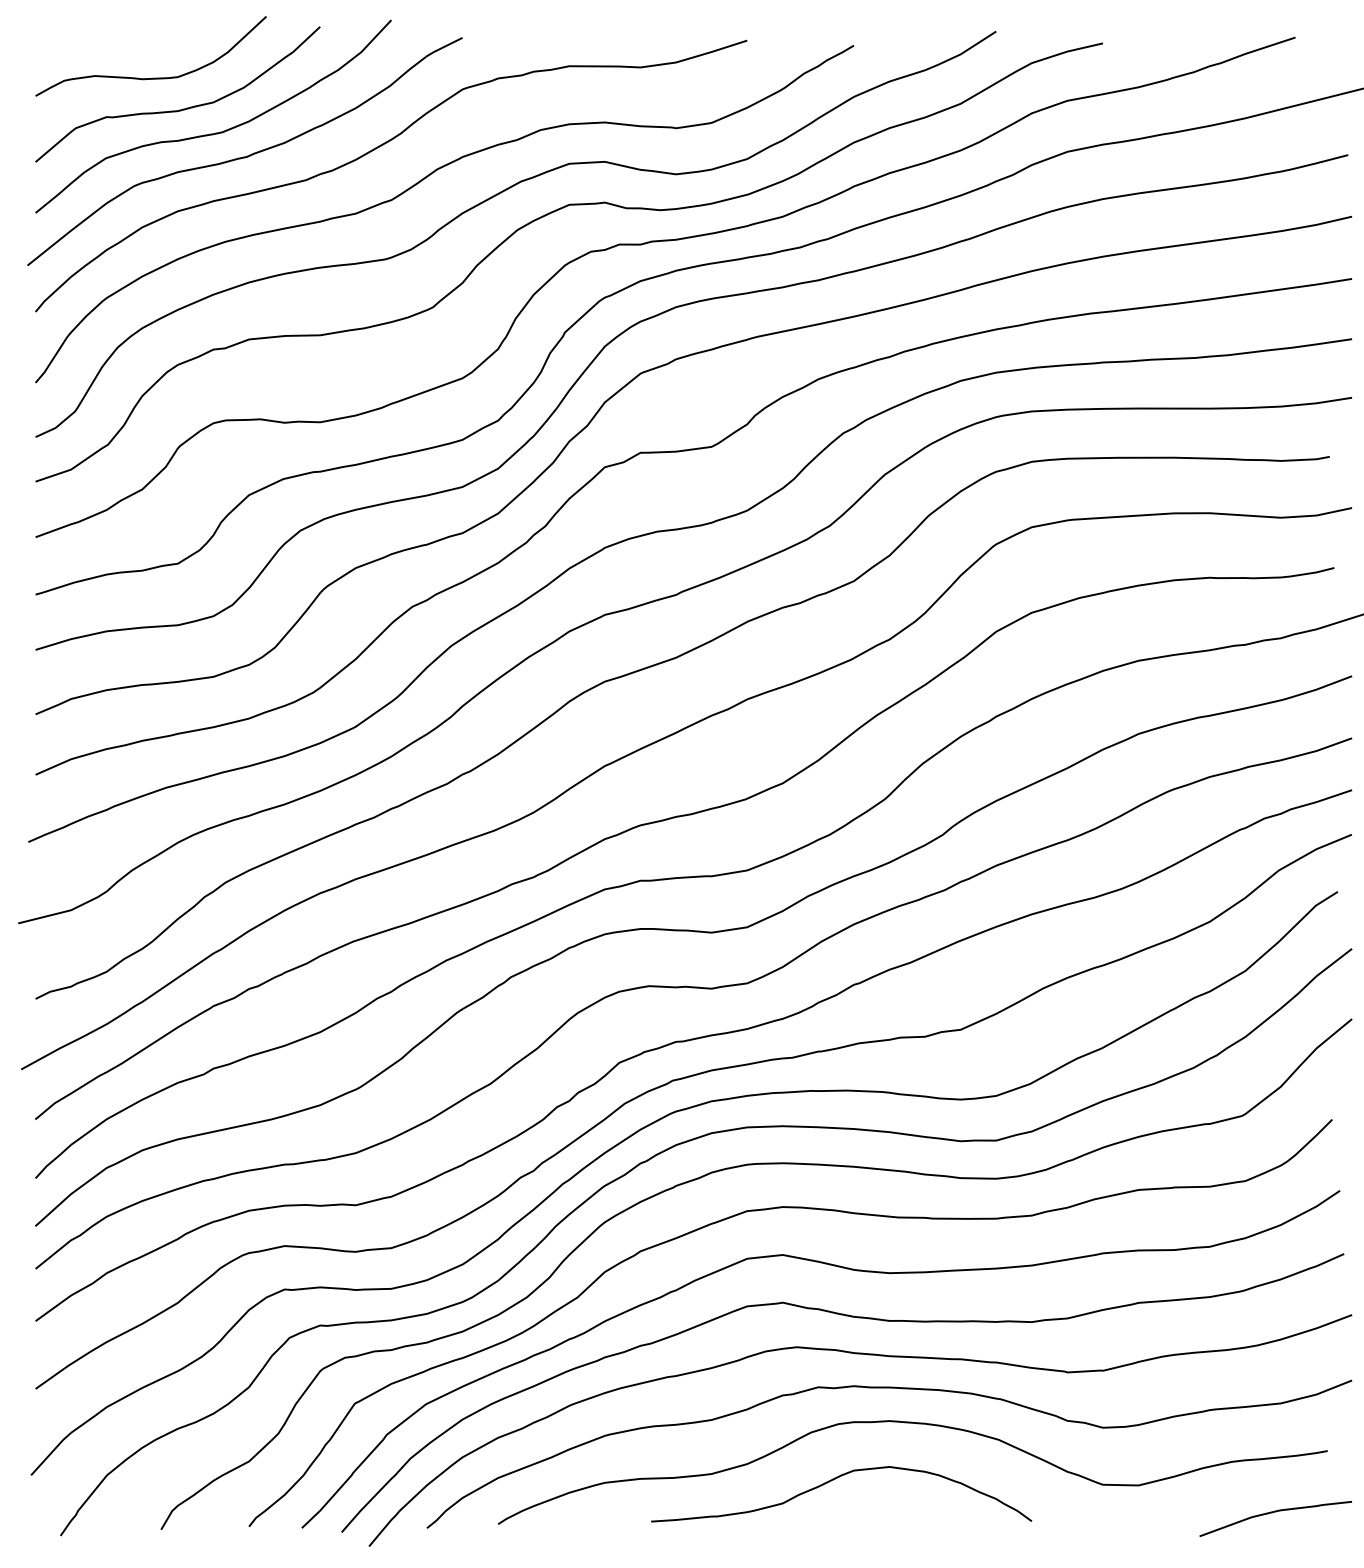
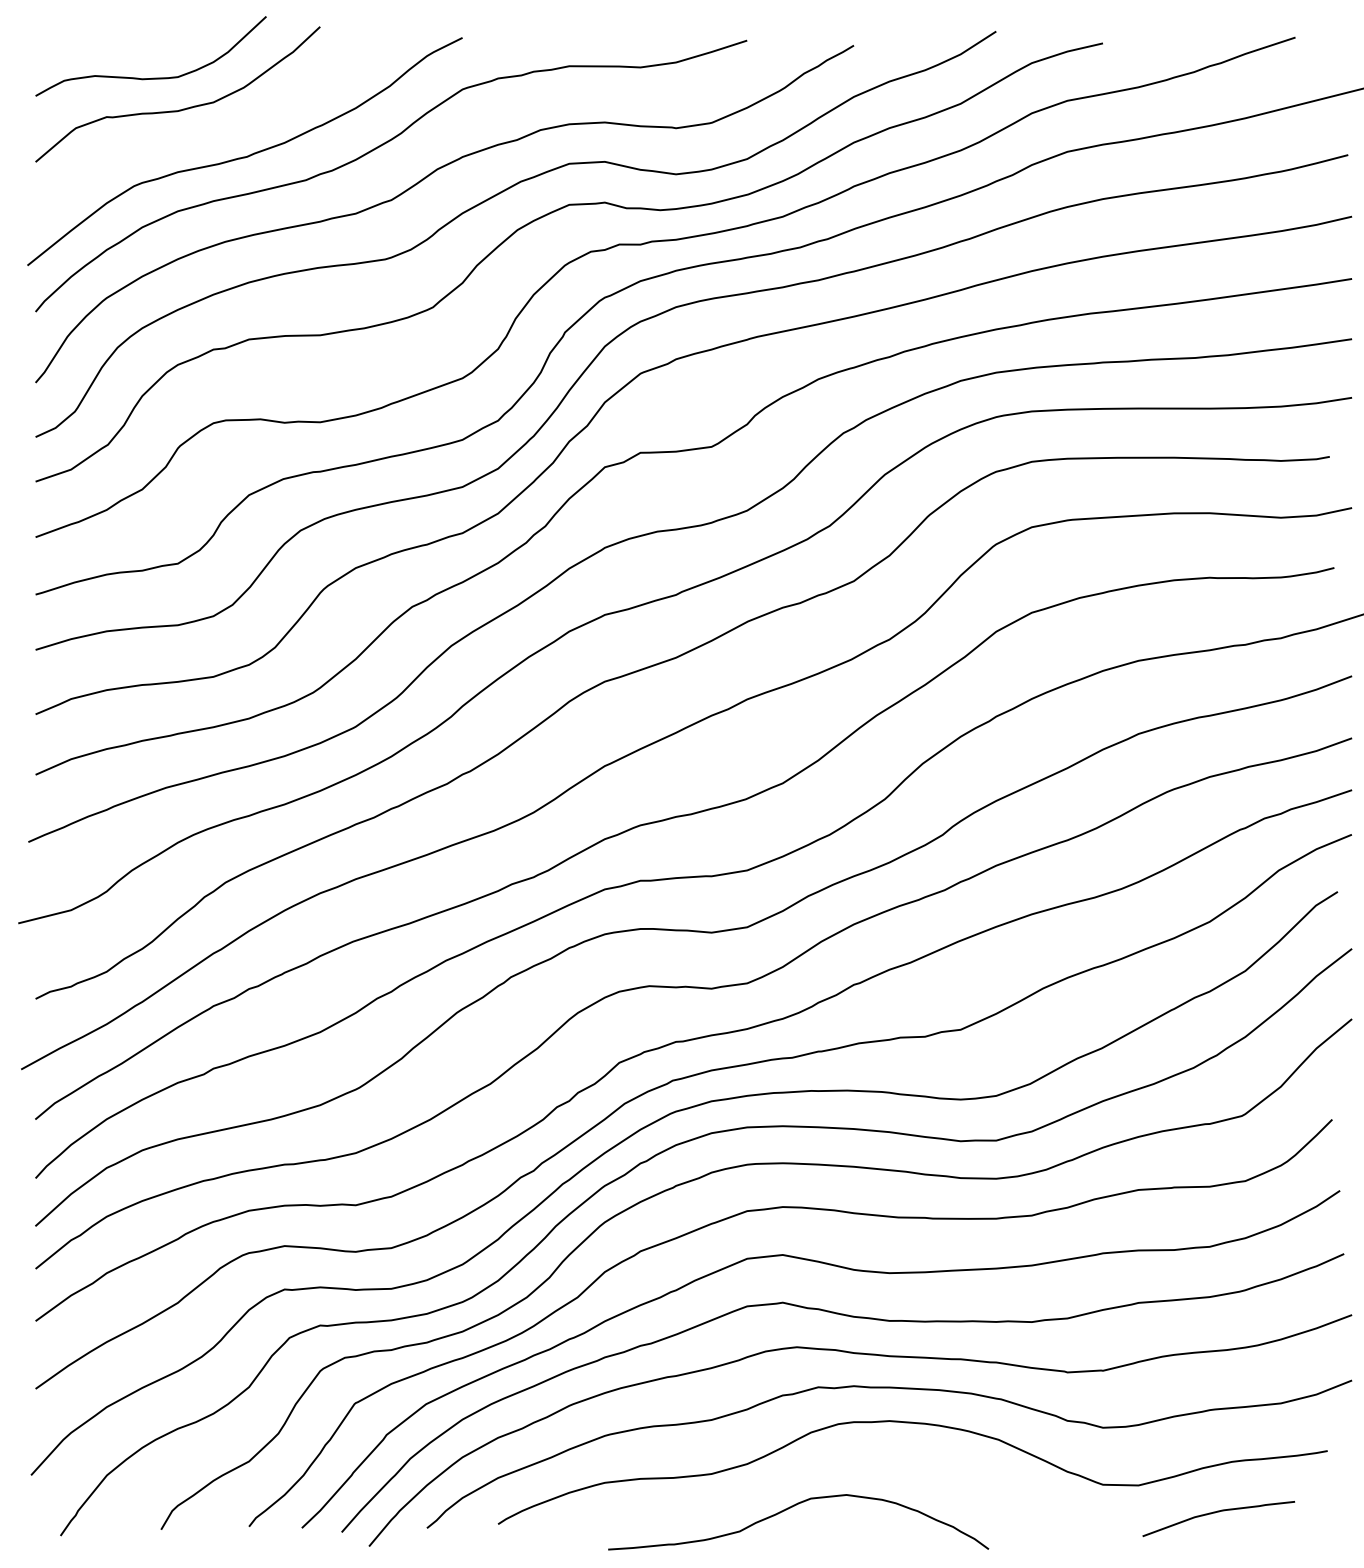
curve at (215, 132): present -> none
curve at (833, 1480) position: (833, 1480) -> (790, 1508)
curve at (1272, 1513) position: (1272, 1513) -> (1215, 1513)
